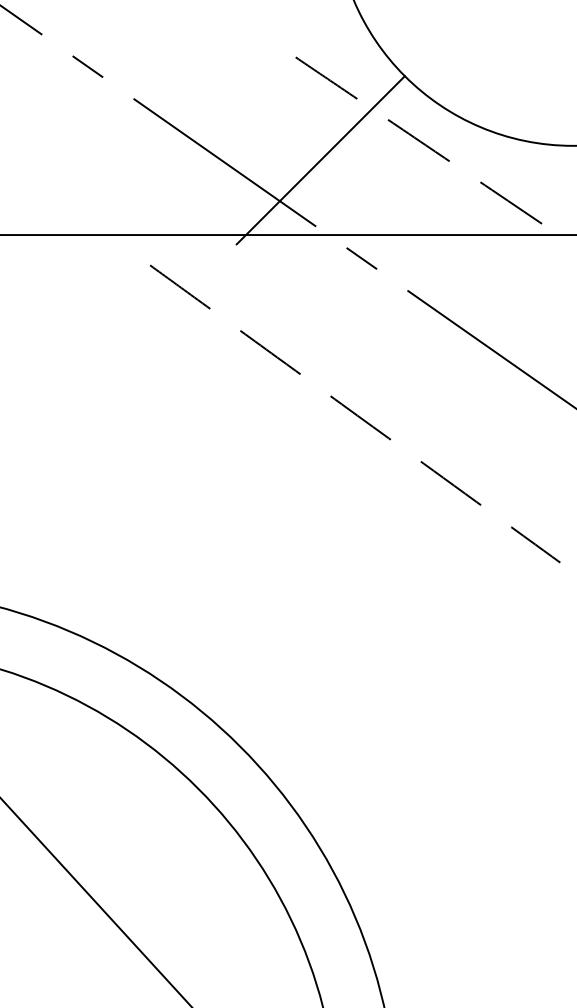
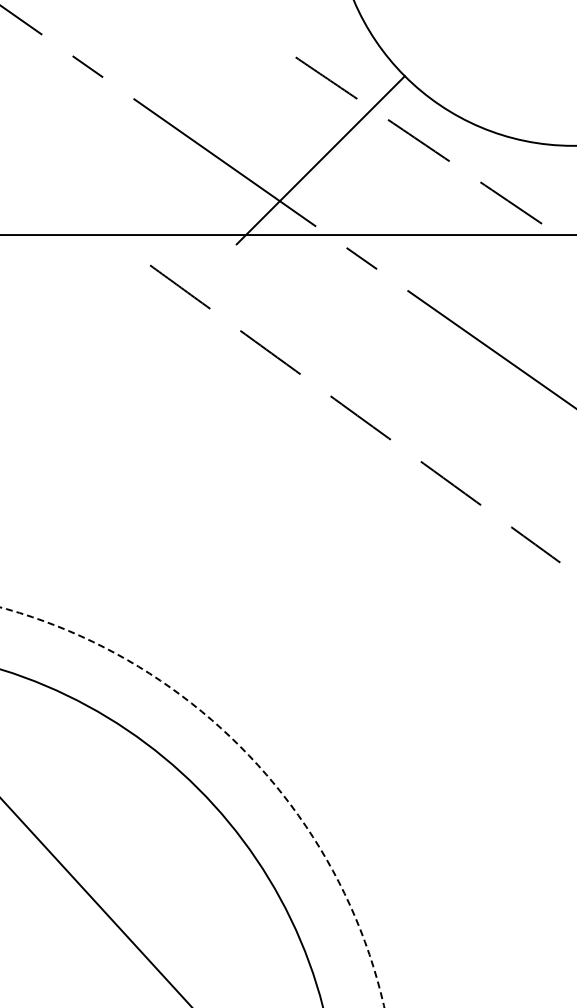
circle at (192, 807): solid -> dashed
